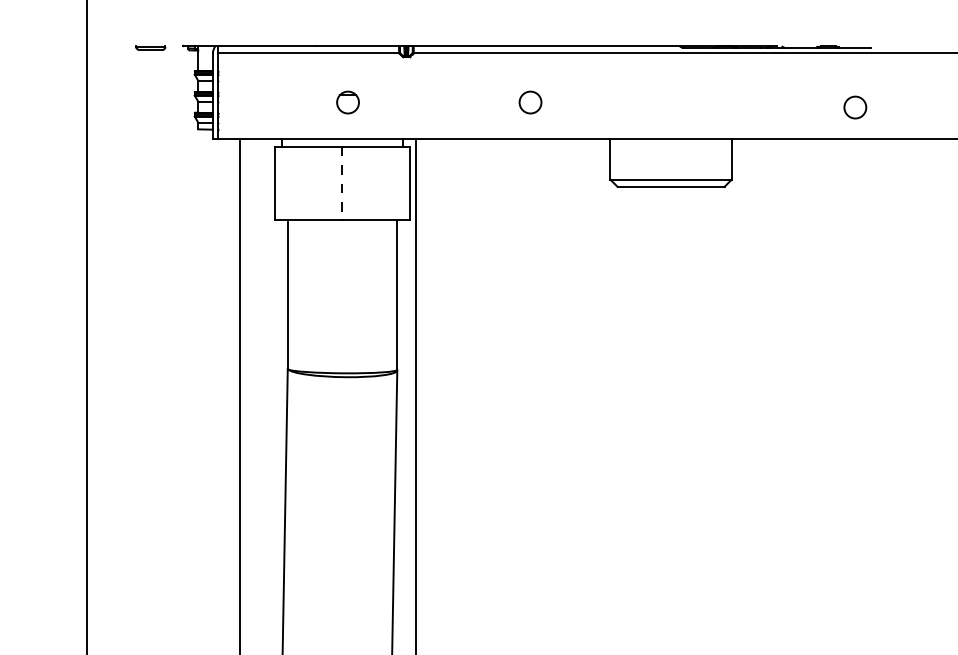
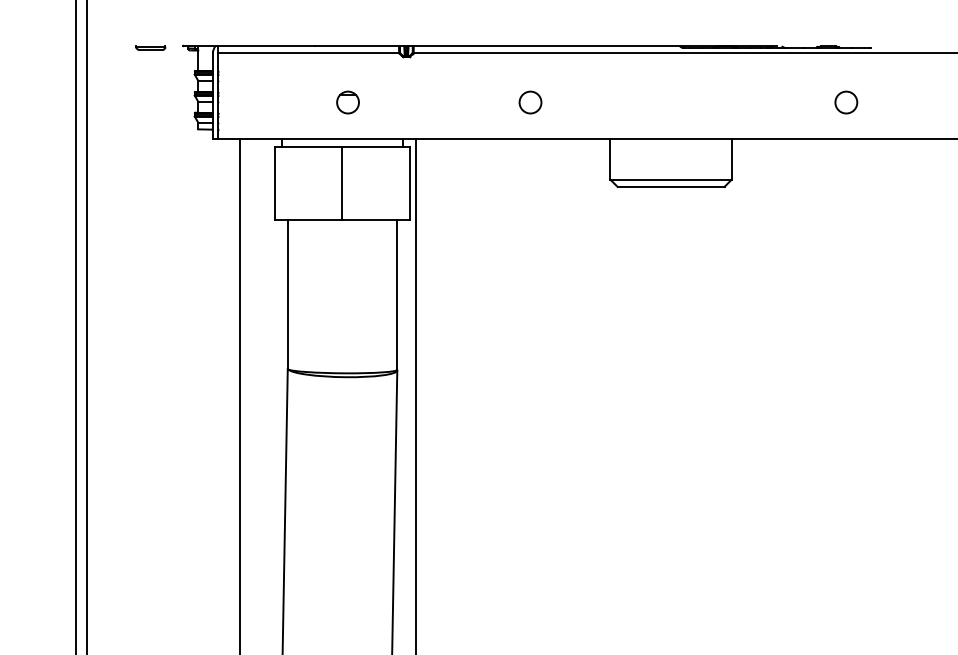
circle at (855, 107) position: (855, 107) -> (846, 102)
line at (342, 183): dashed -> solid
line at (75, 326): none -> present
